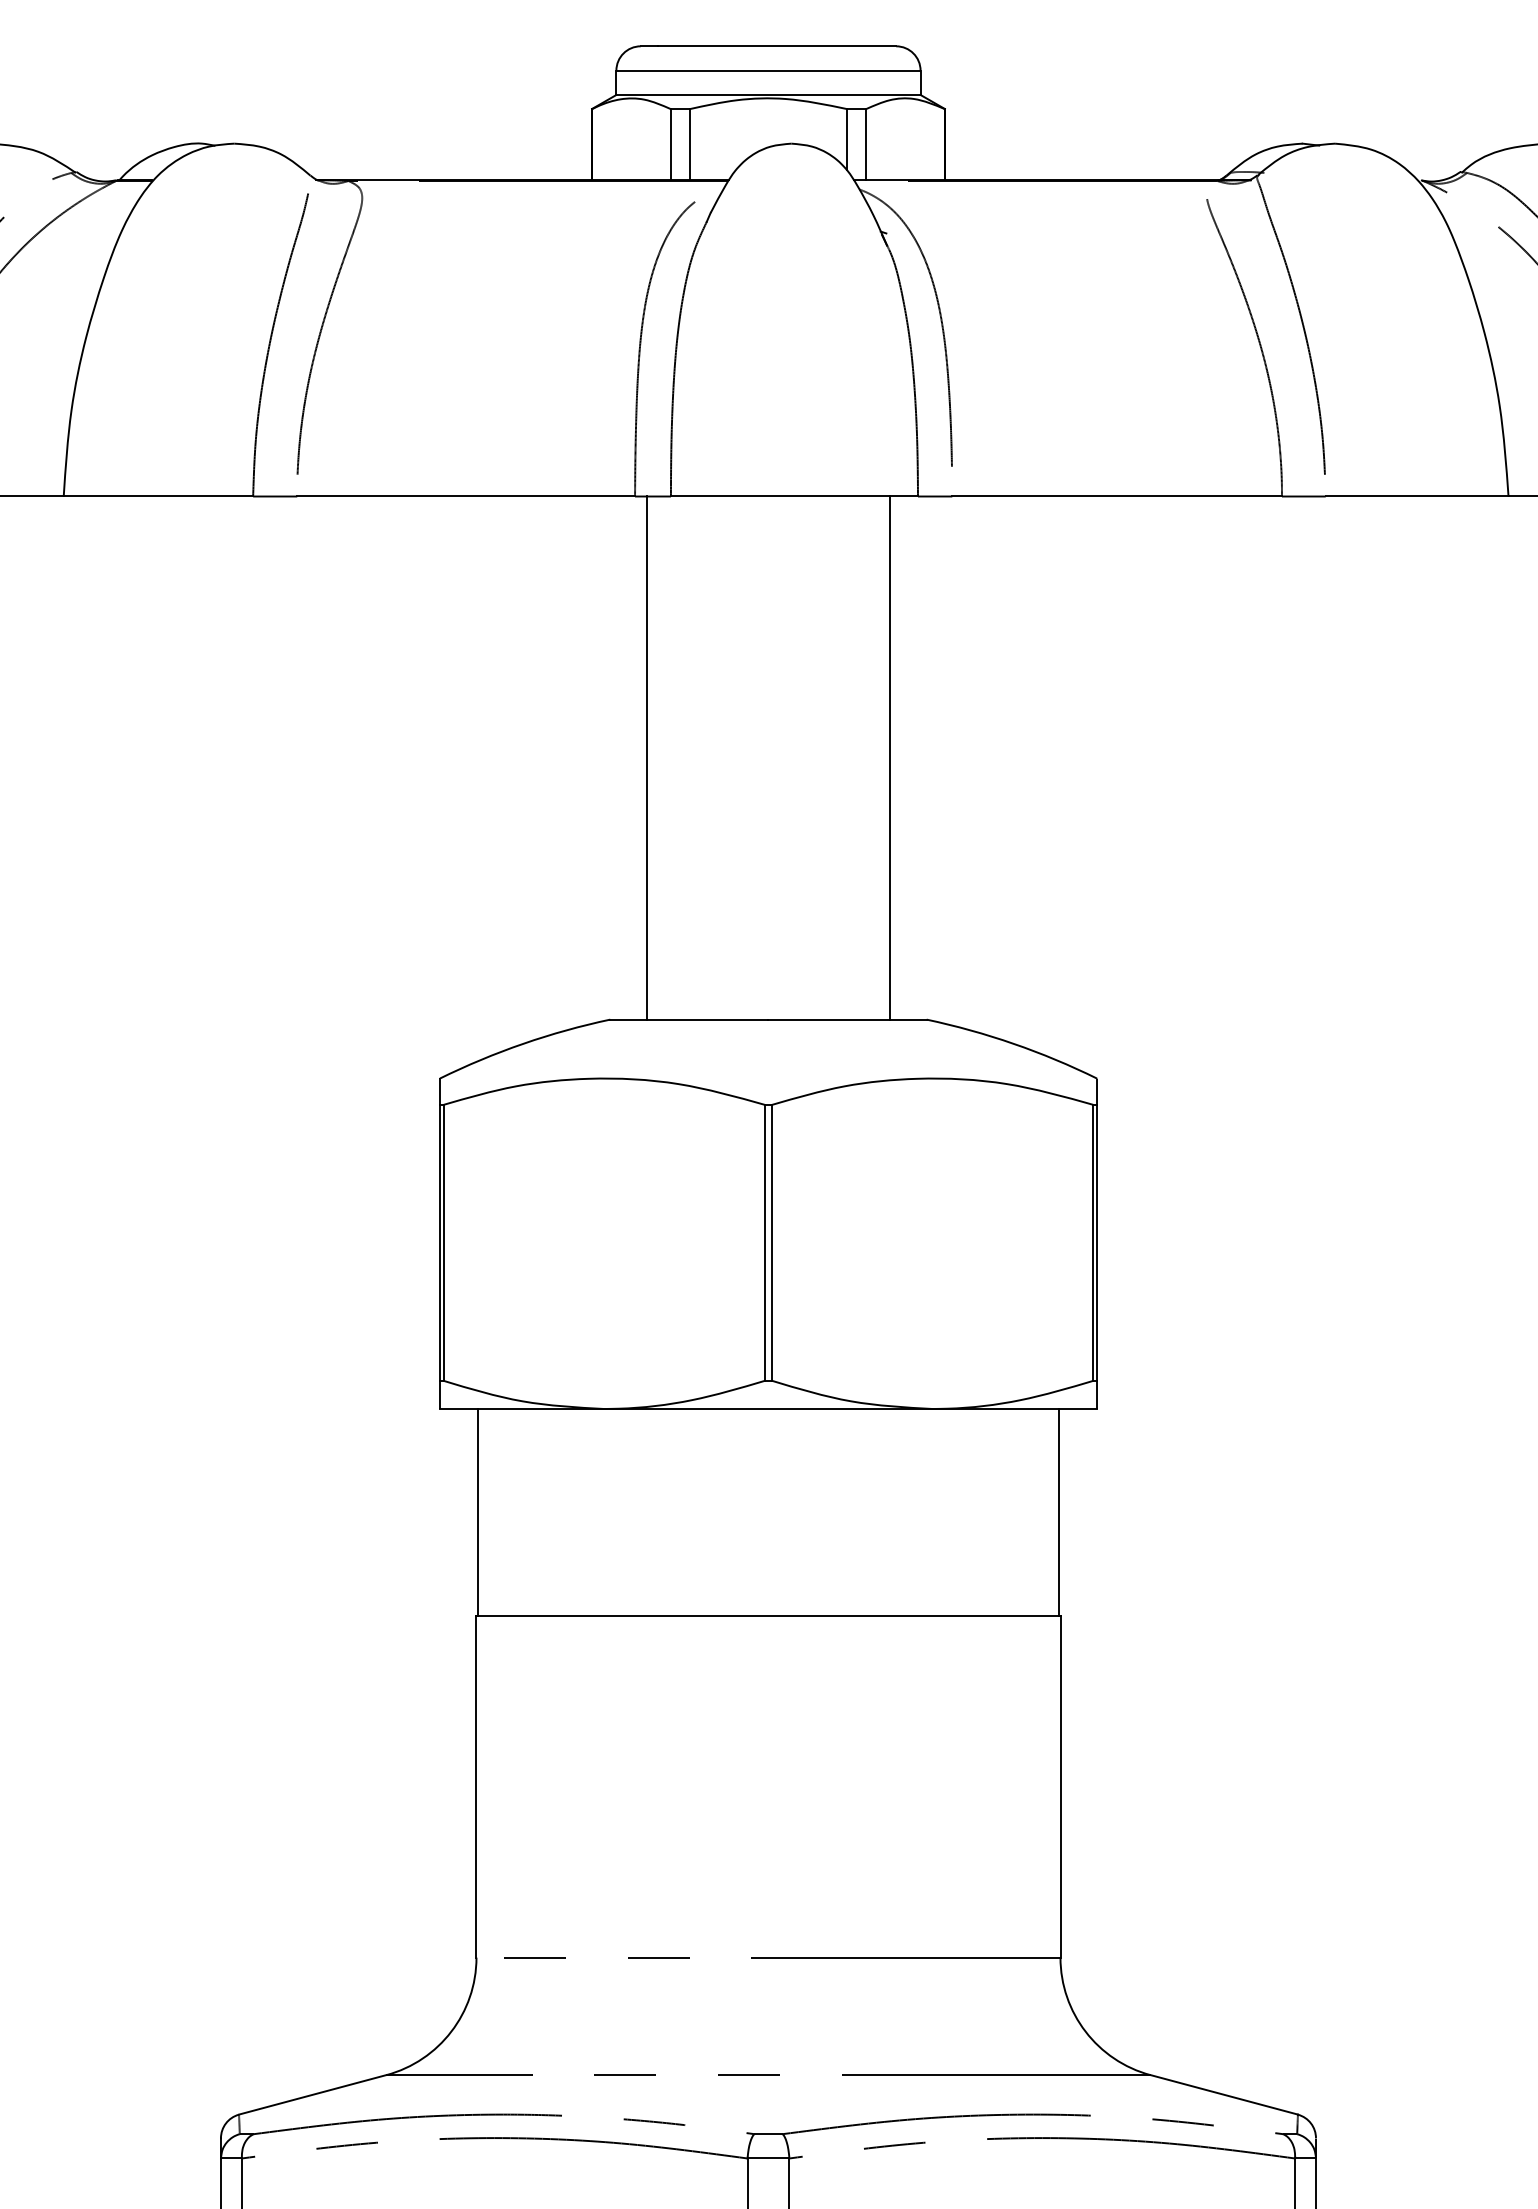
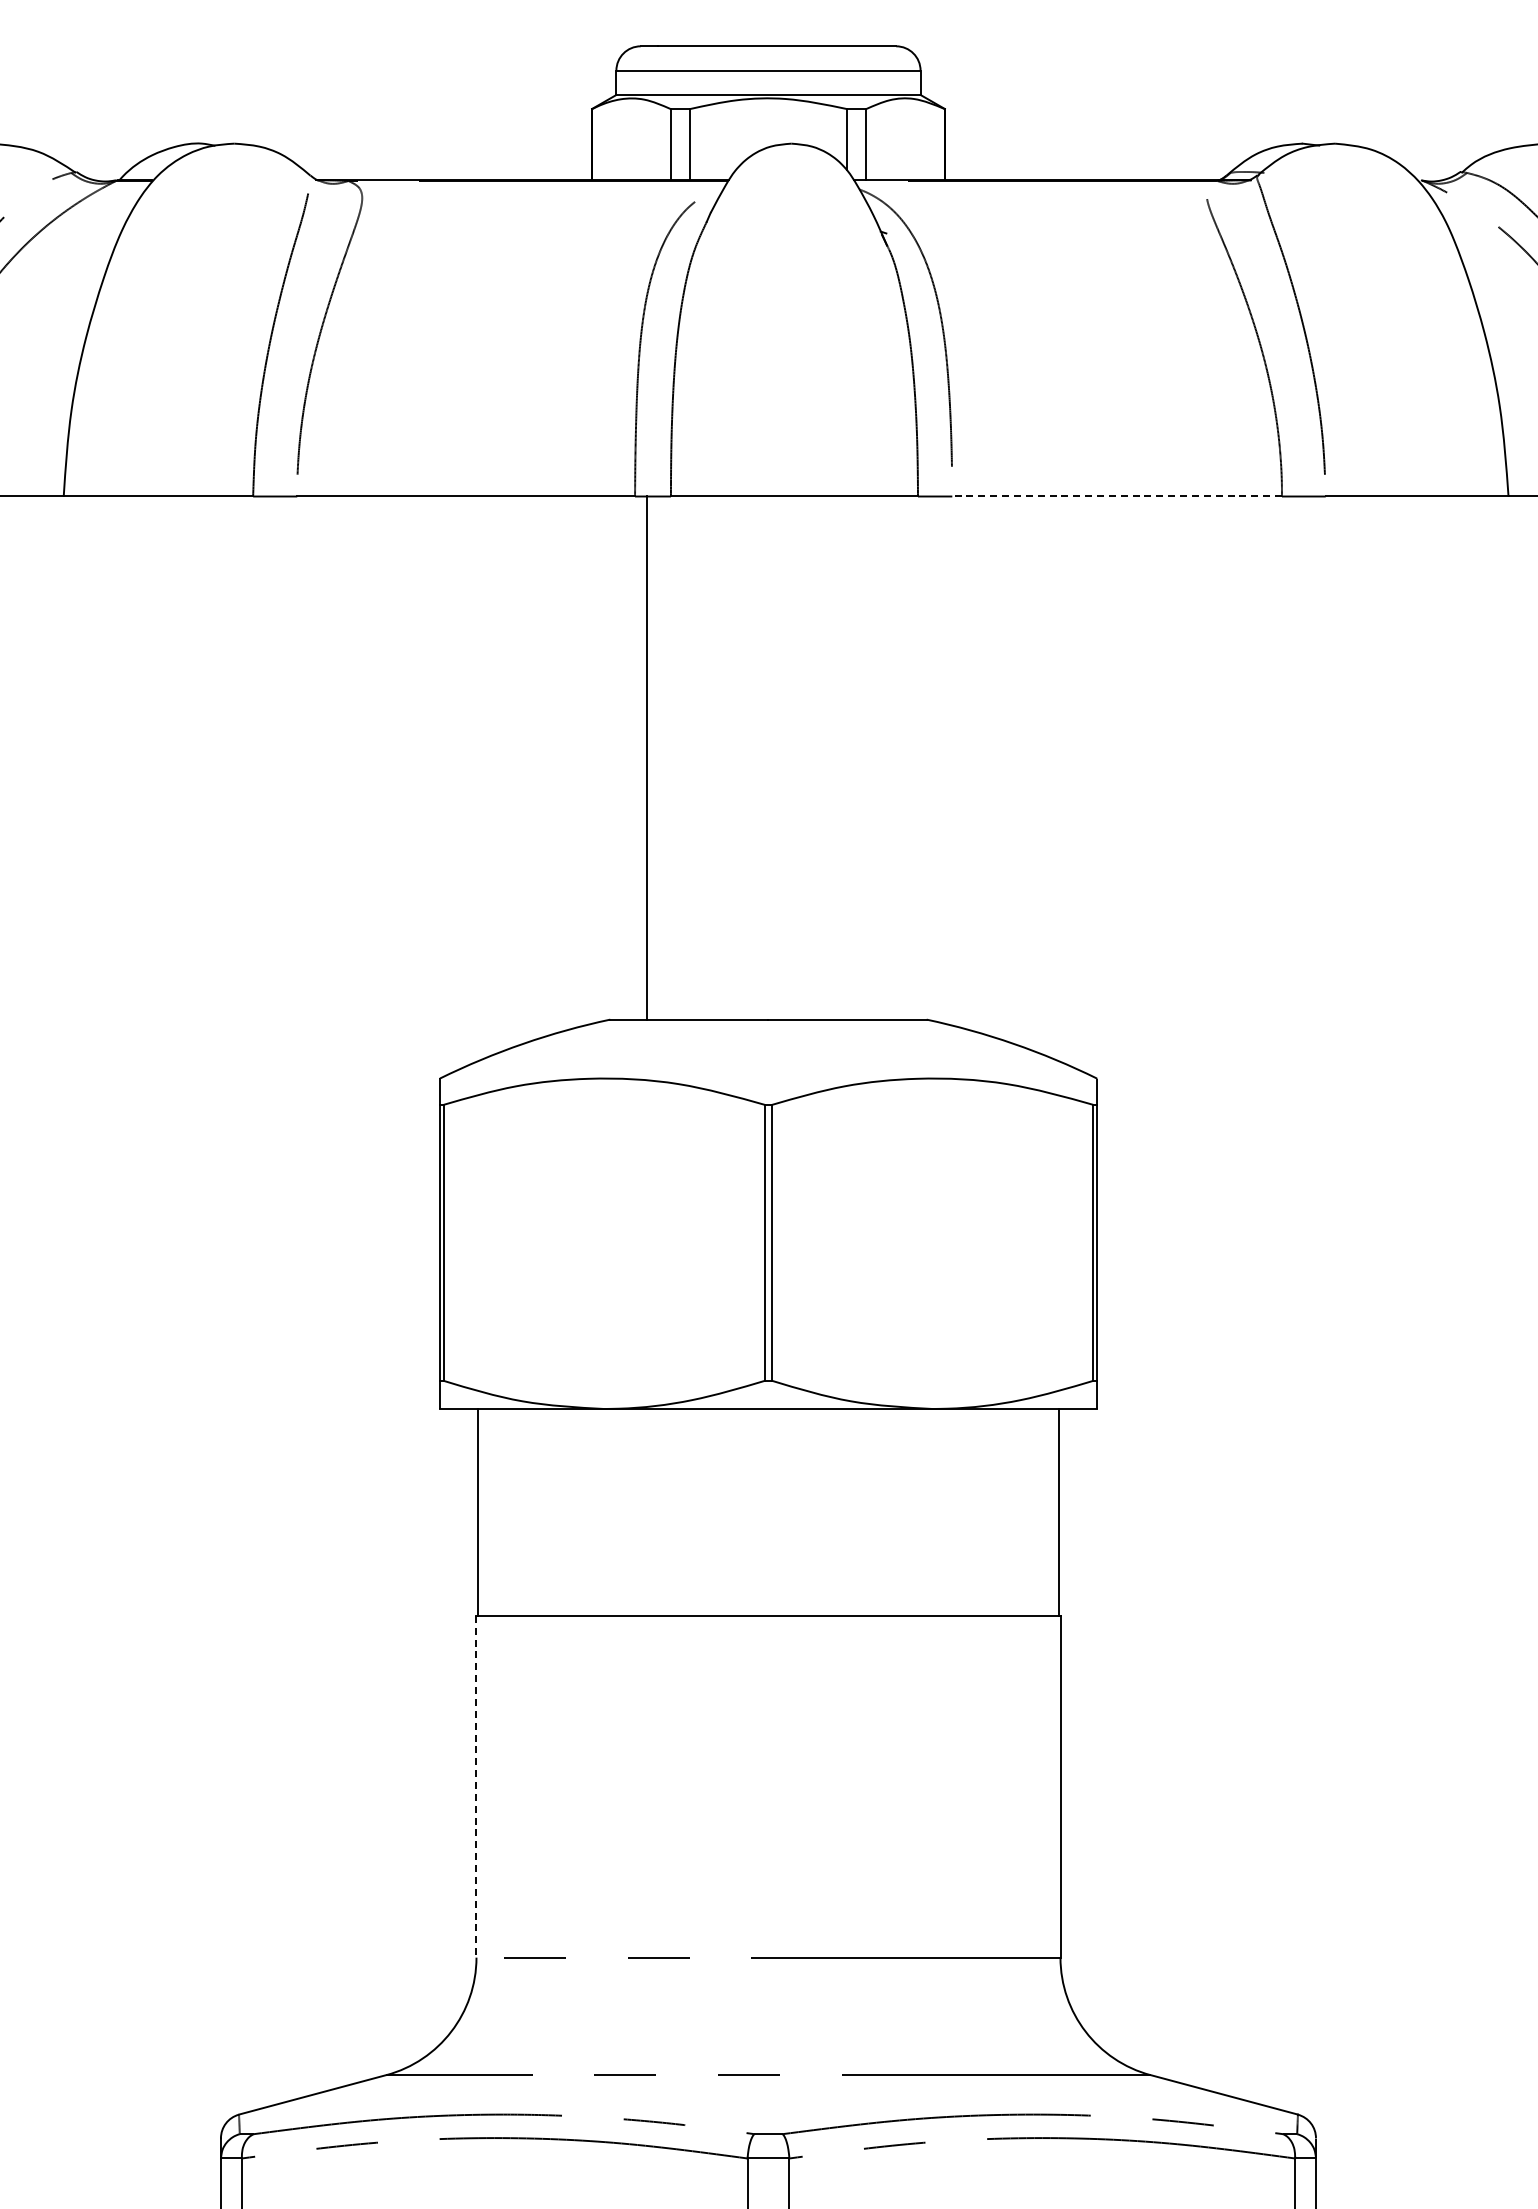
line at (1117, 496): solid -> dashed
line at (890, 757): present -> none
line at (476, 1786): solid -> dashed
